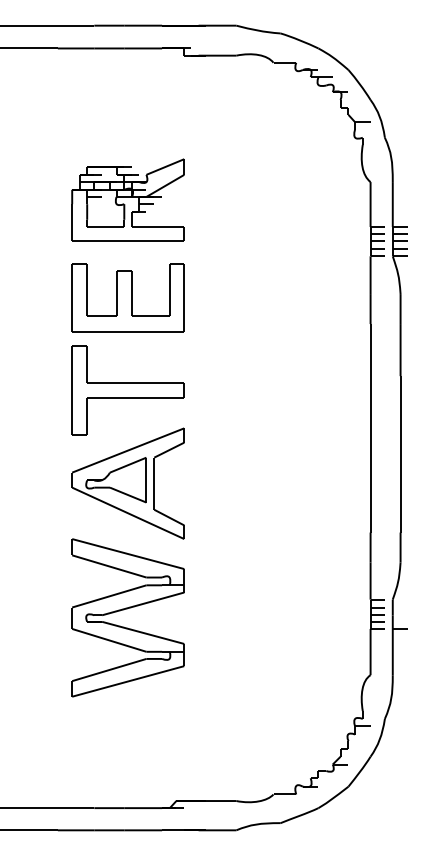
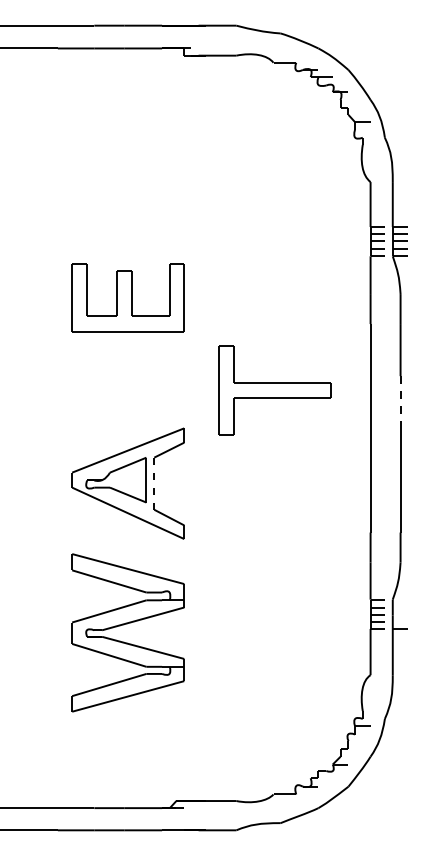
part at (127, 199): present -> none
part at (127, 390) position: (127, 390) -> (274, 390)
line at (400, 402): solid -> dashed
line at (154, 484): solid -> dashed
part at (127, 609) position: (127, 609) -> (127, 624)
